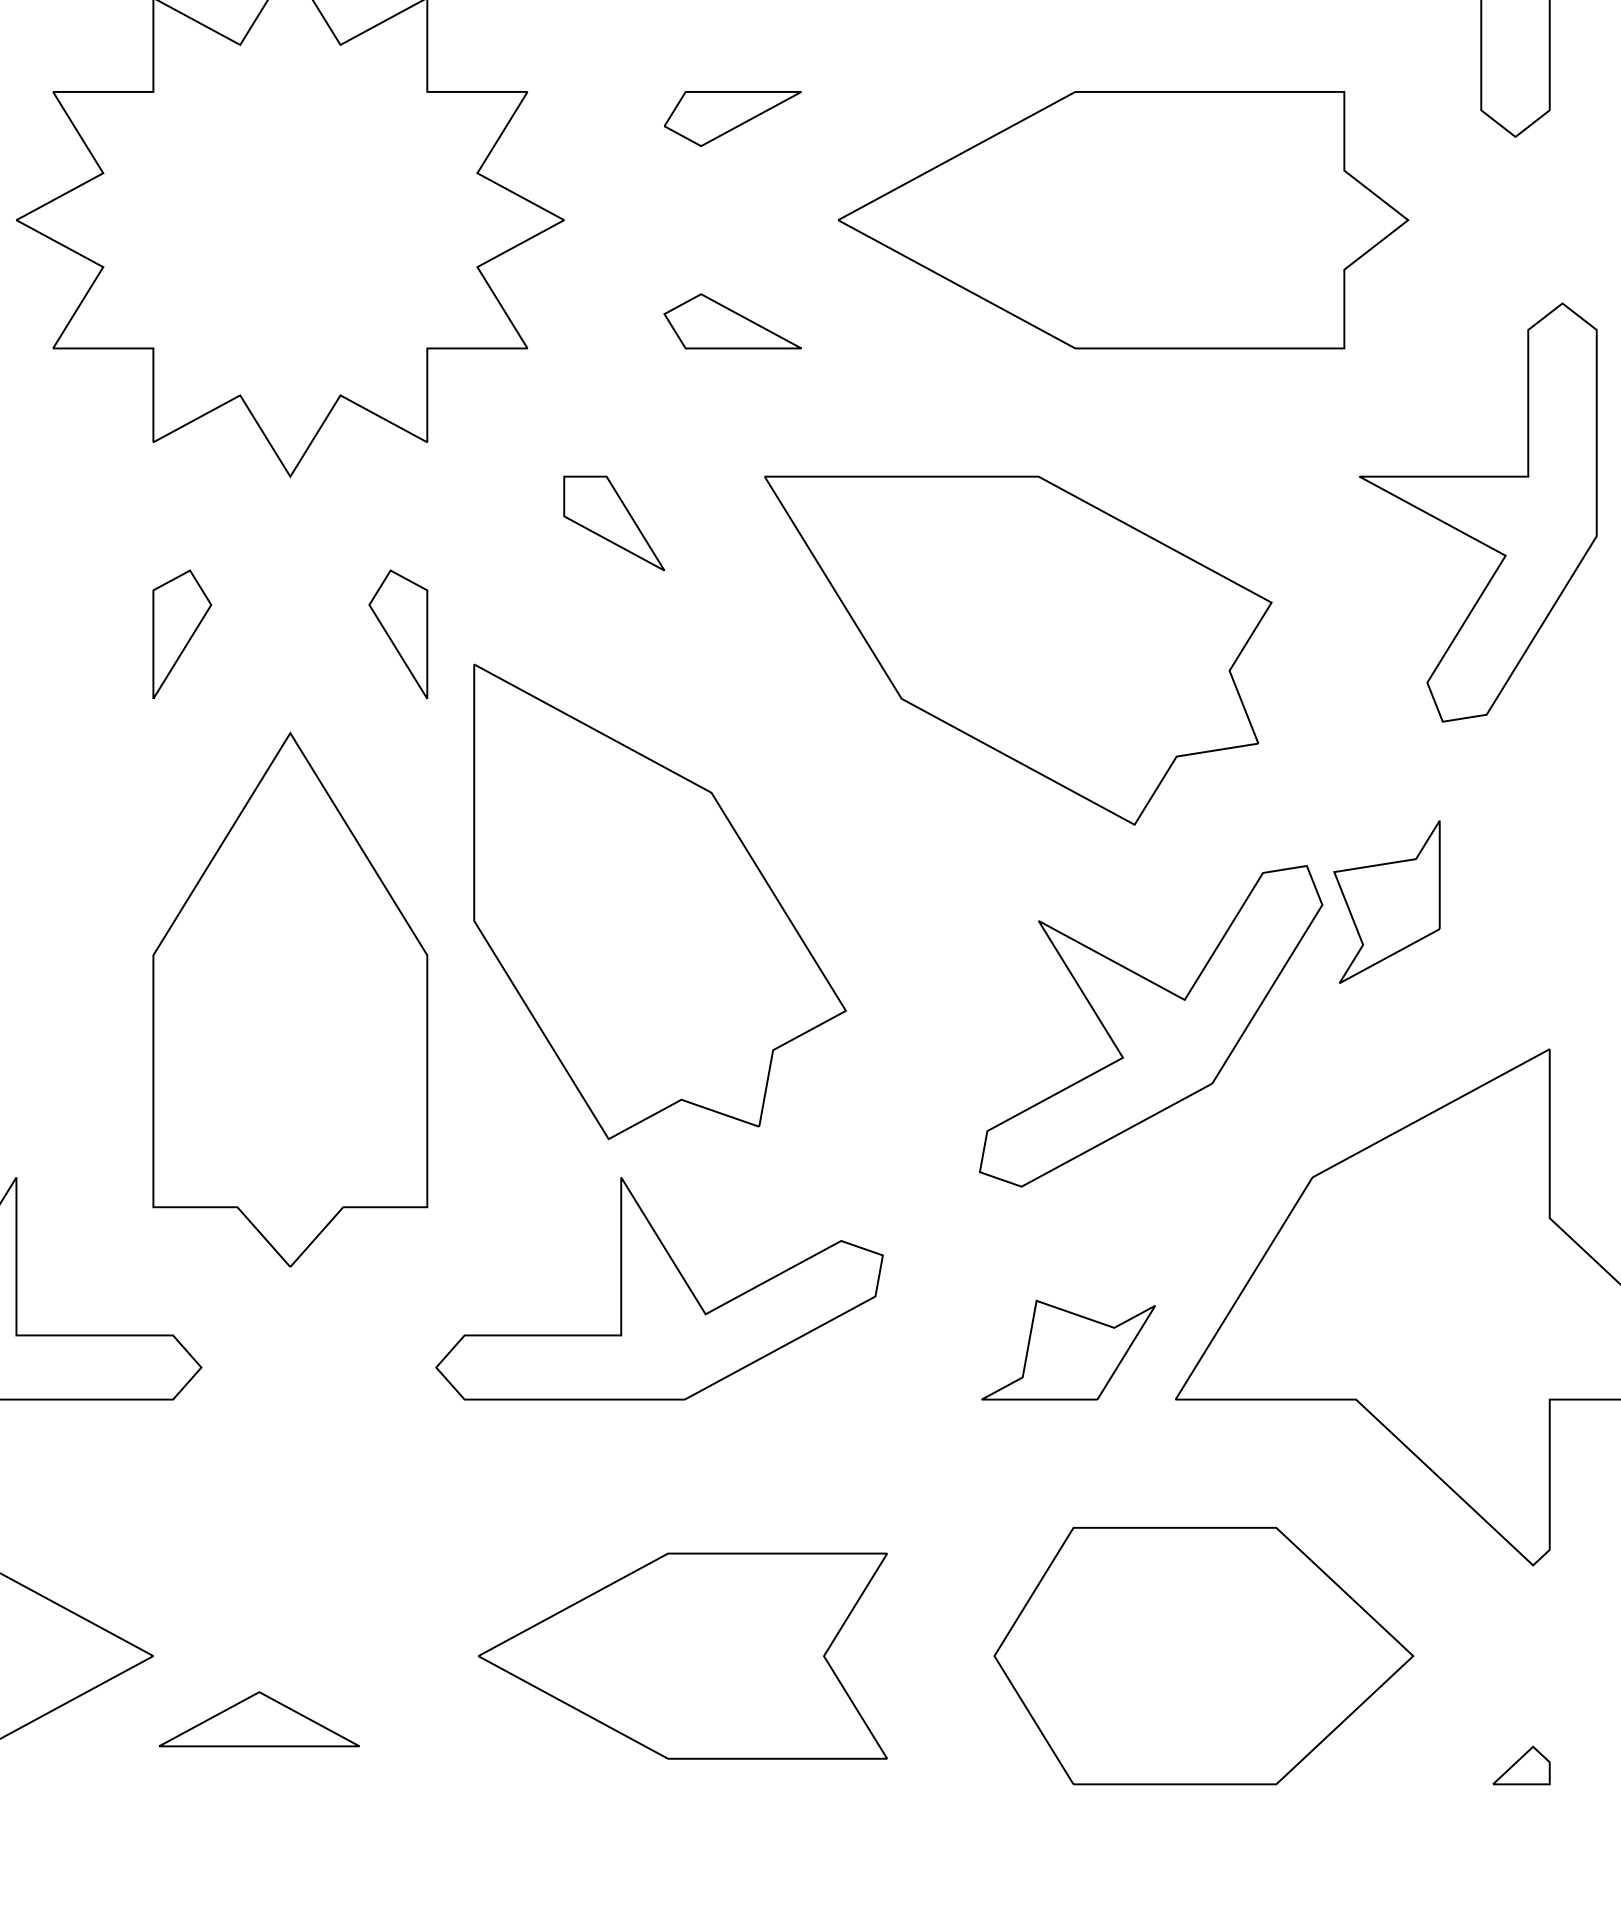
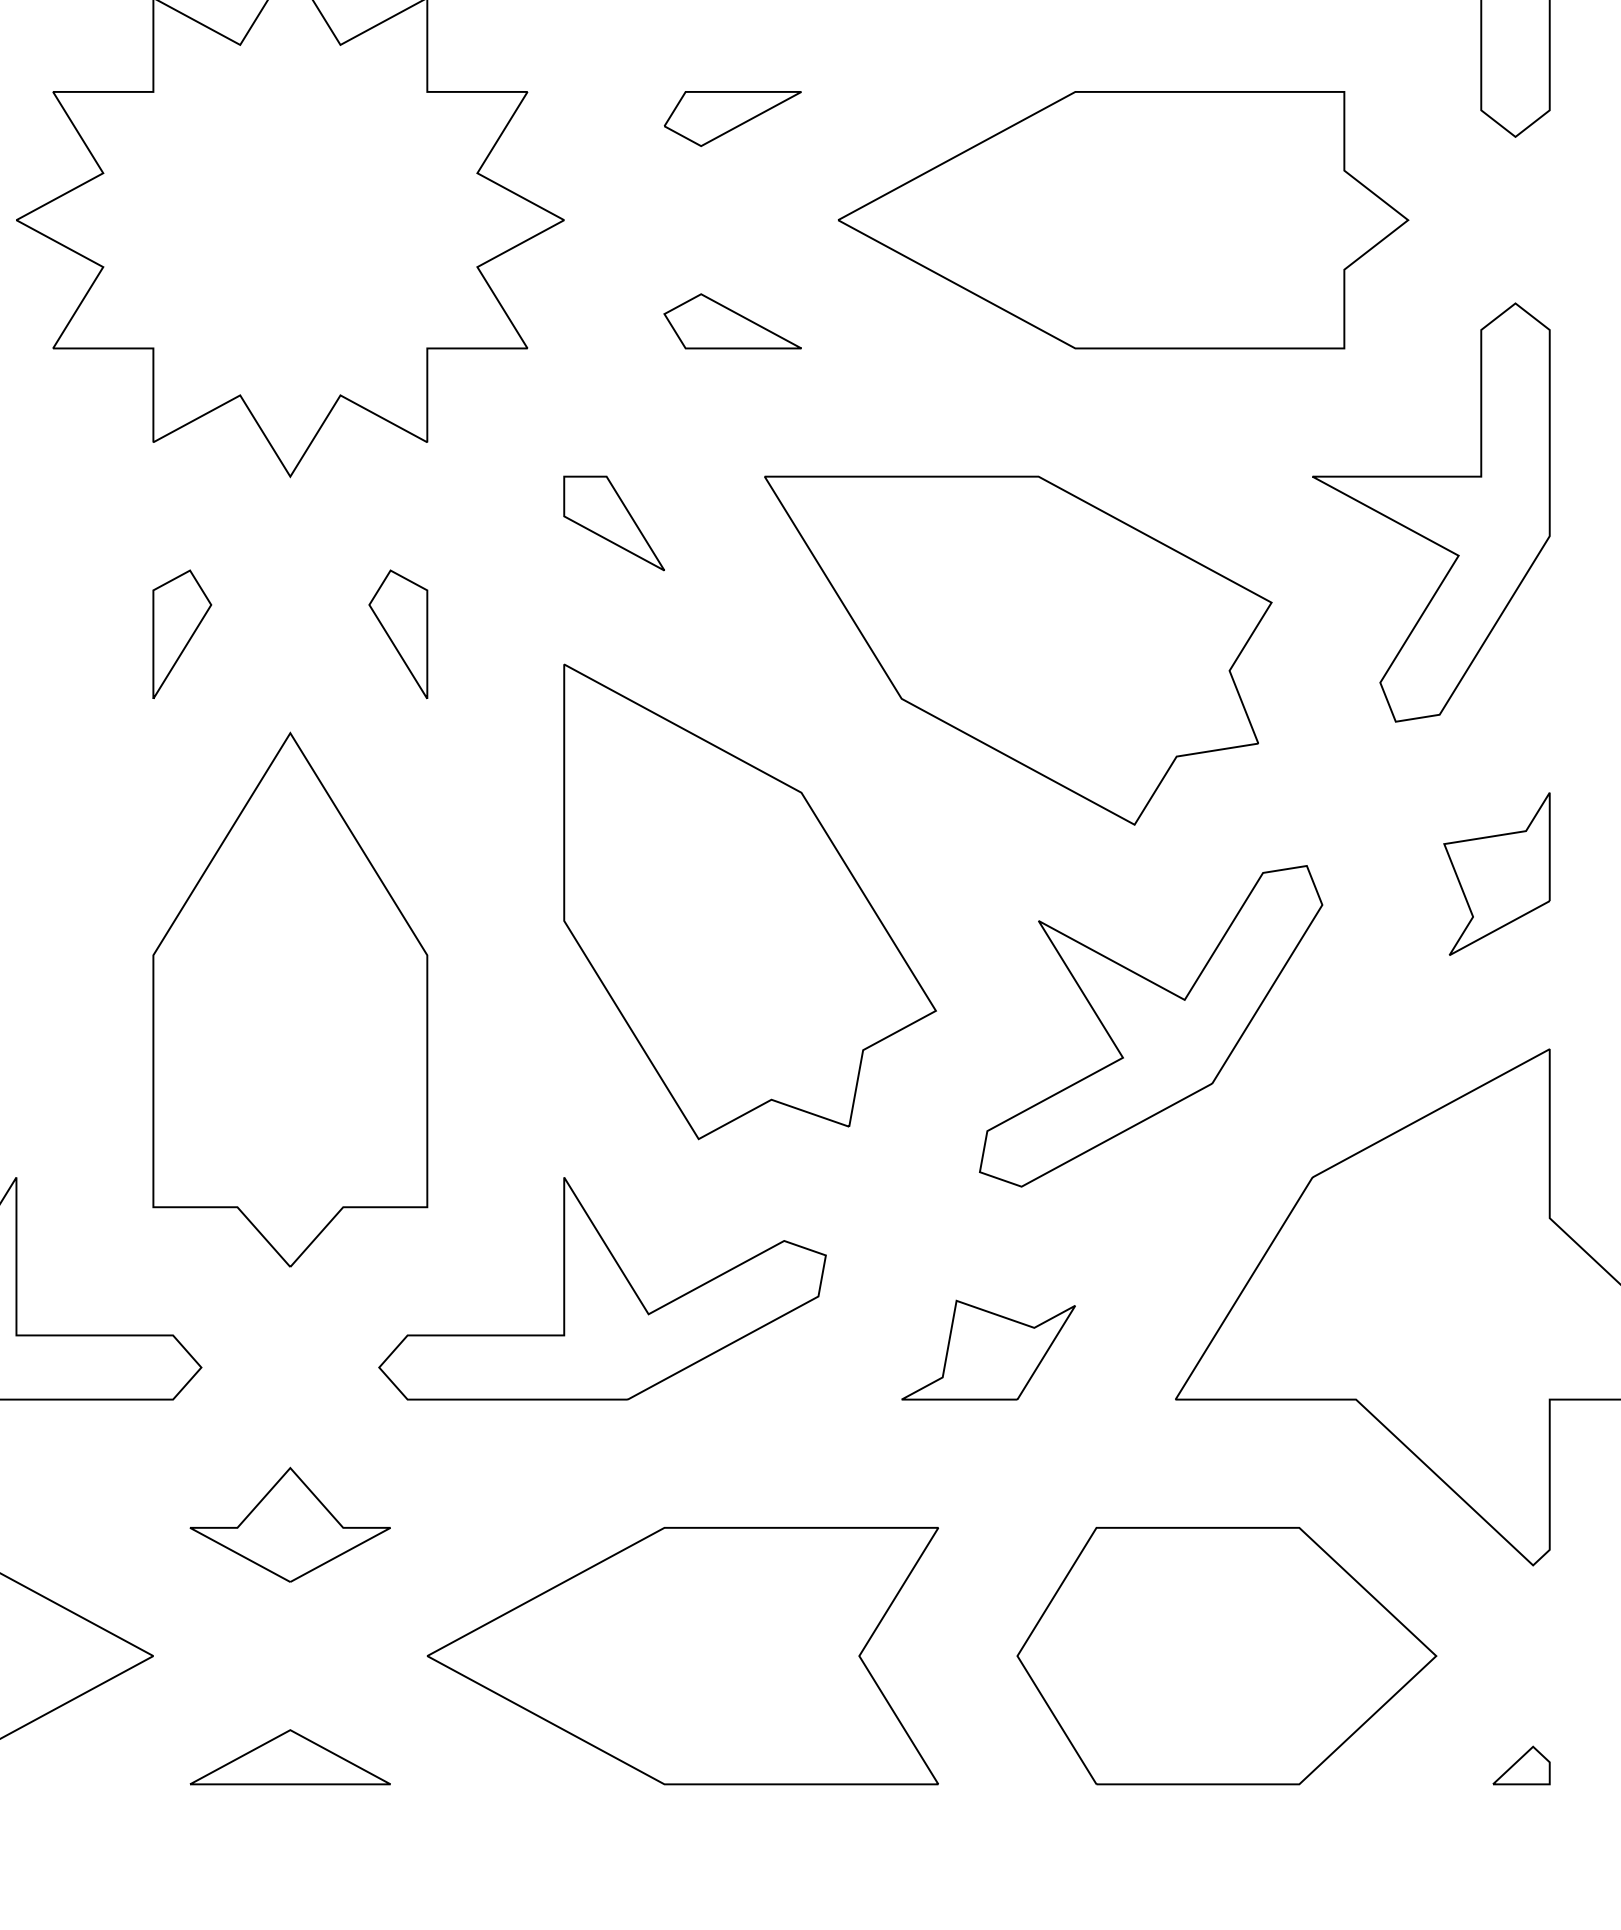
part at (1478, 512) position: (1478, 512) -> (1431, 512)
part at (659, 901) position: (659, 901) -> (749, 901)
part at (1386, 901) position: (1386, 901) -> (1496, 873)
part at (659, 1288) position: (659, 1288) -> (602, 1288)
part at (1068, 1349) position: (1068, 1349) -> (988, 1349)
part at (289, 1524): none -> present
part at (682, 1655) size: 410x208 px -> 513x259 px
part at (1203, 1656) position: (1203, 1656) -> (1226, 1656)
part at (258, 1719) position: (258, 1719) -> (289, 1757)
